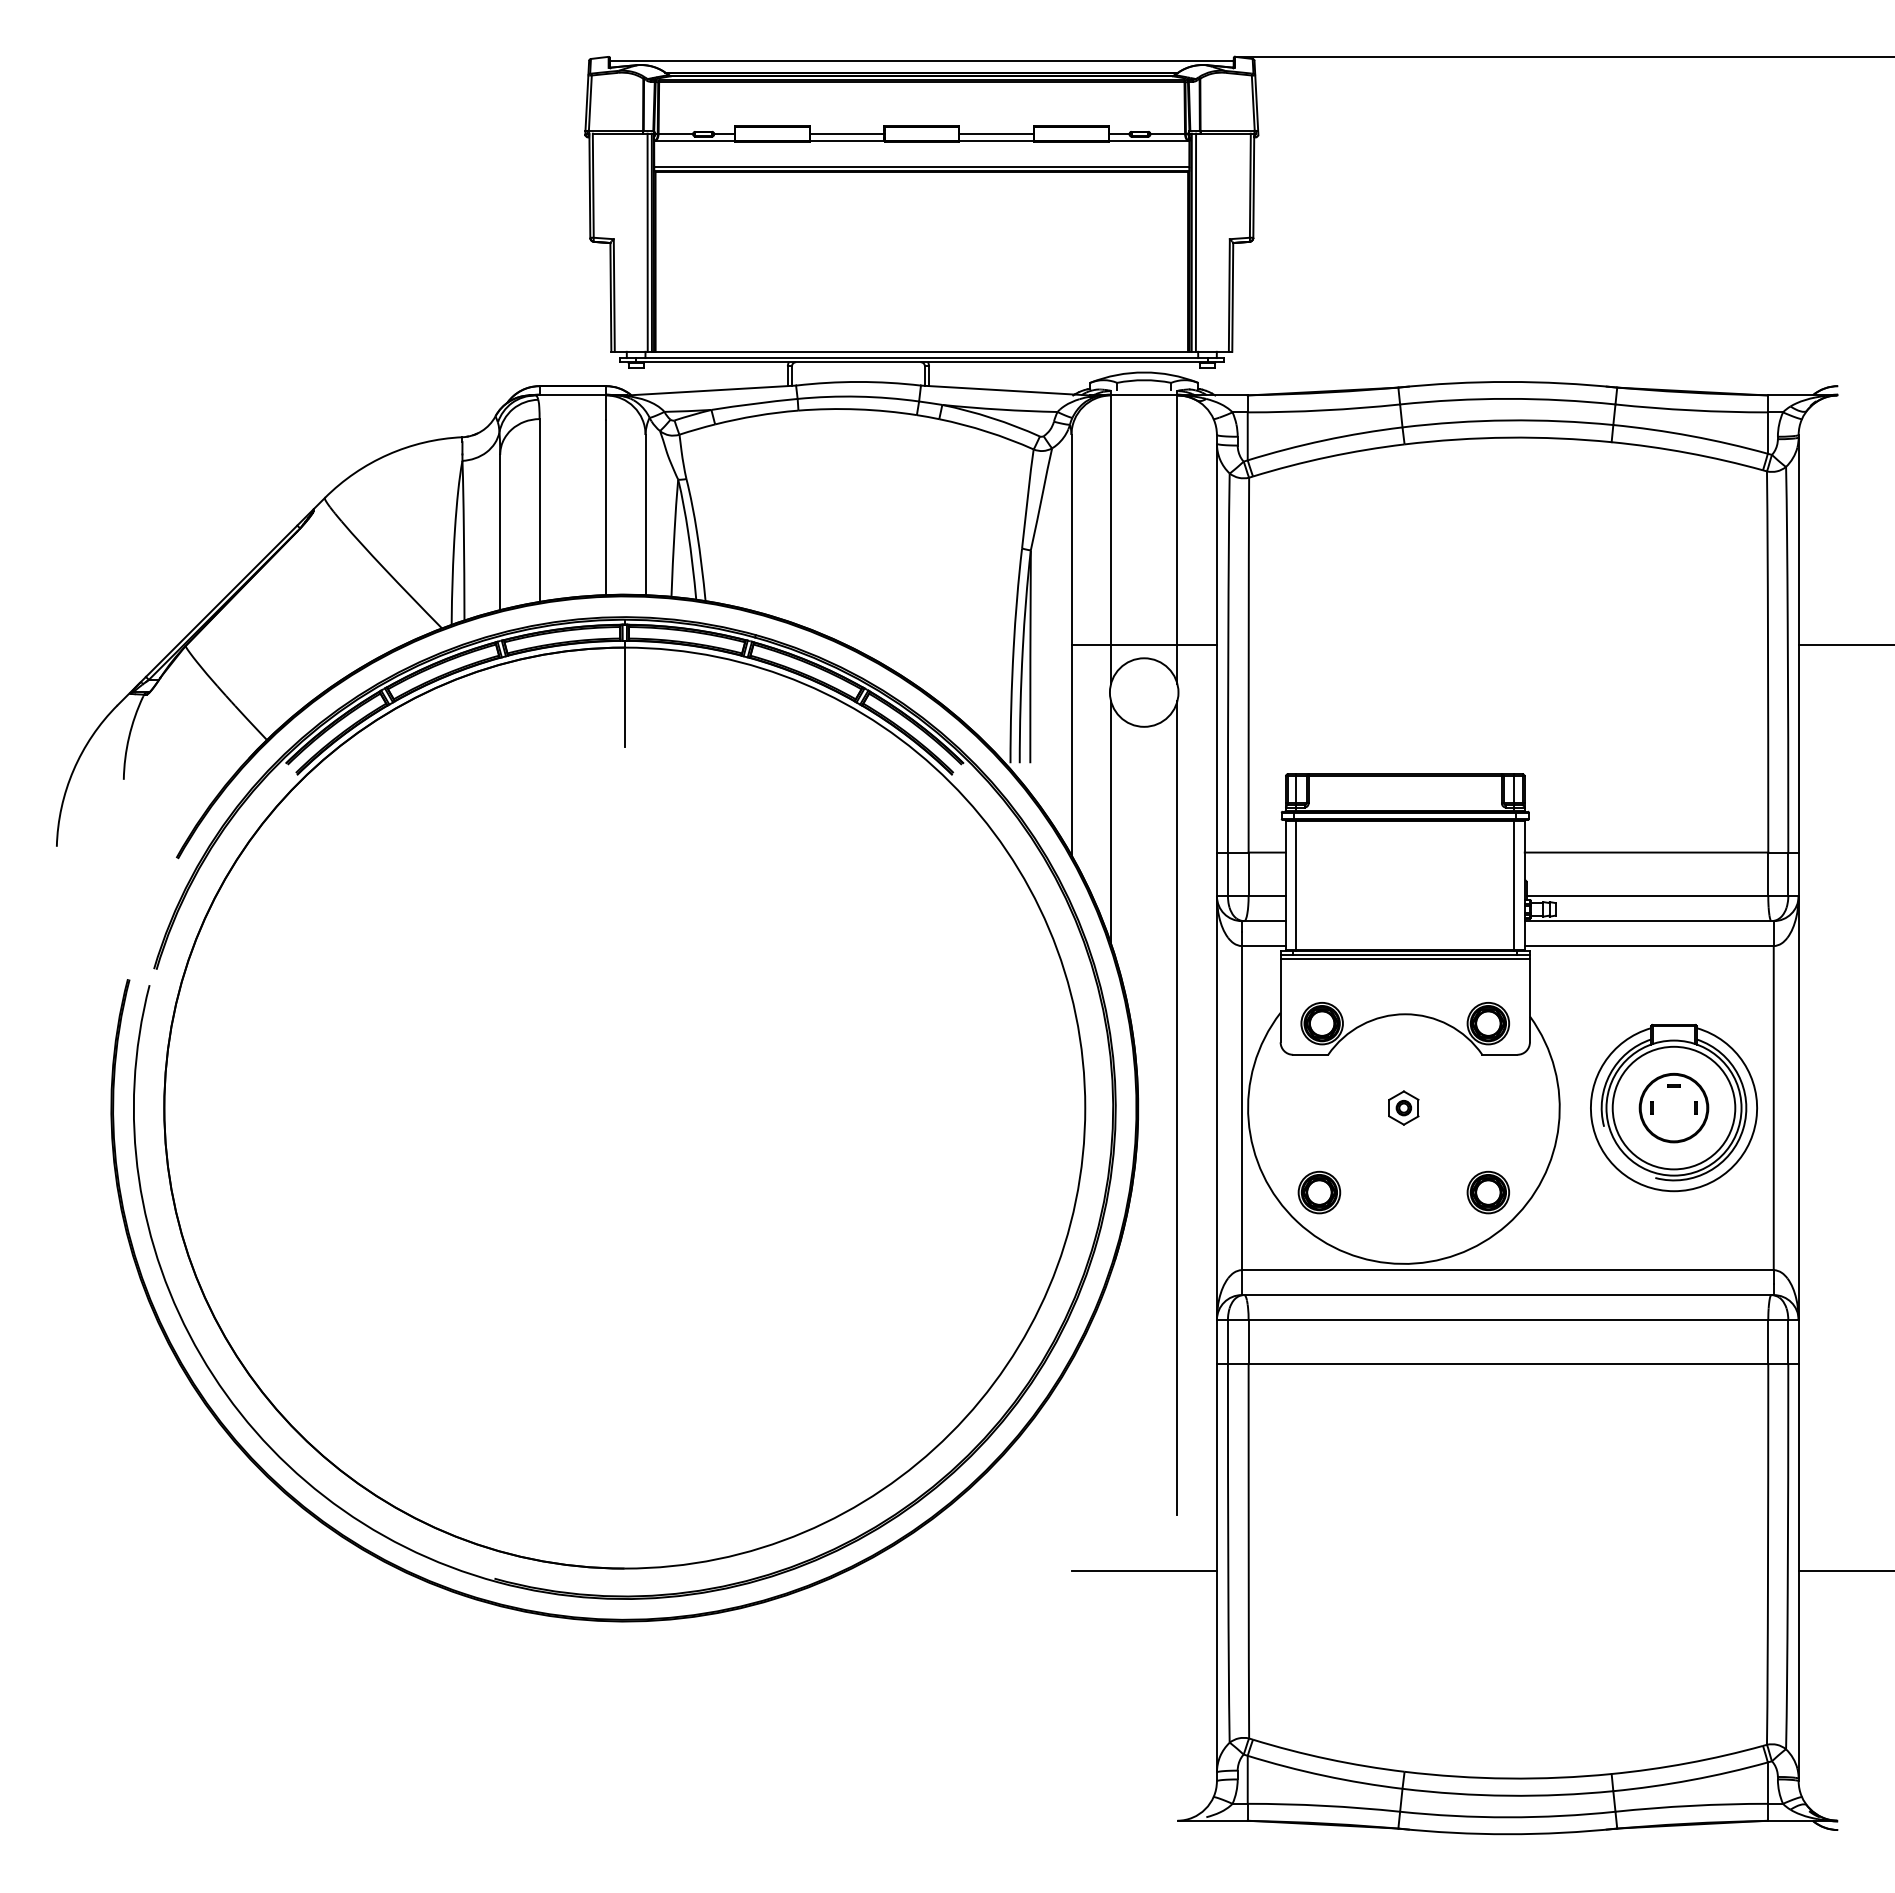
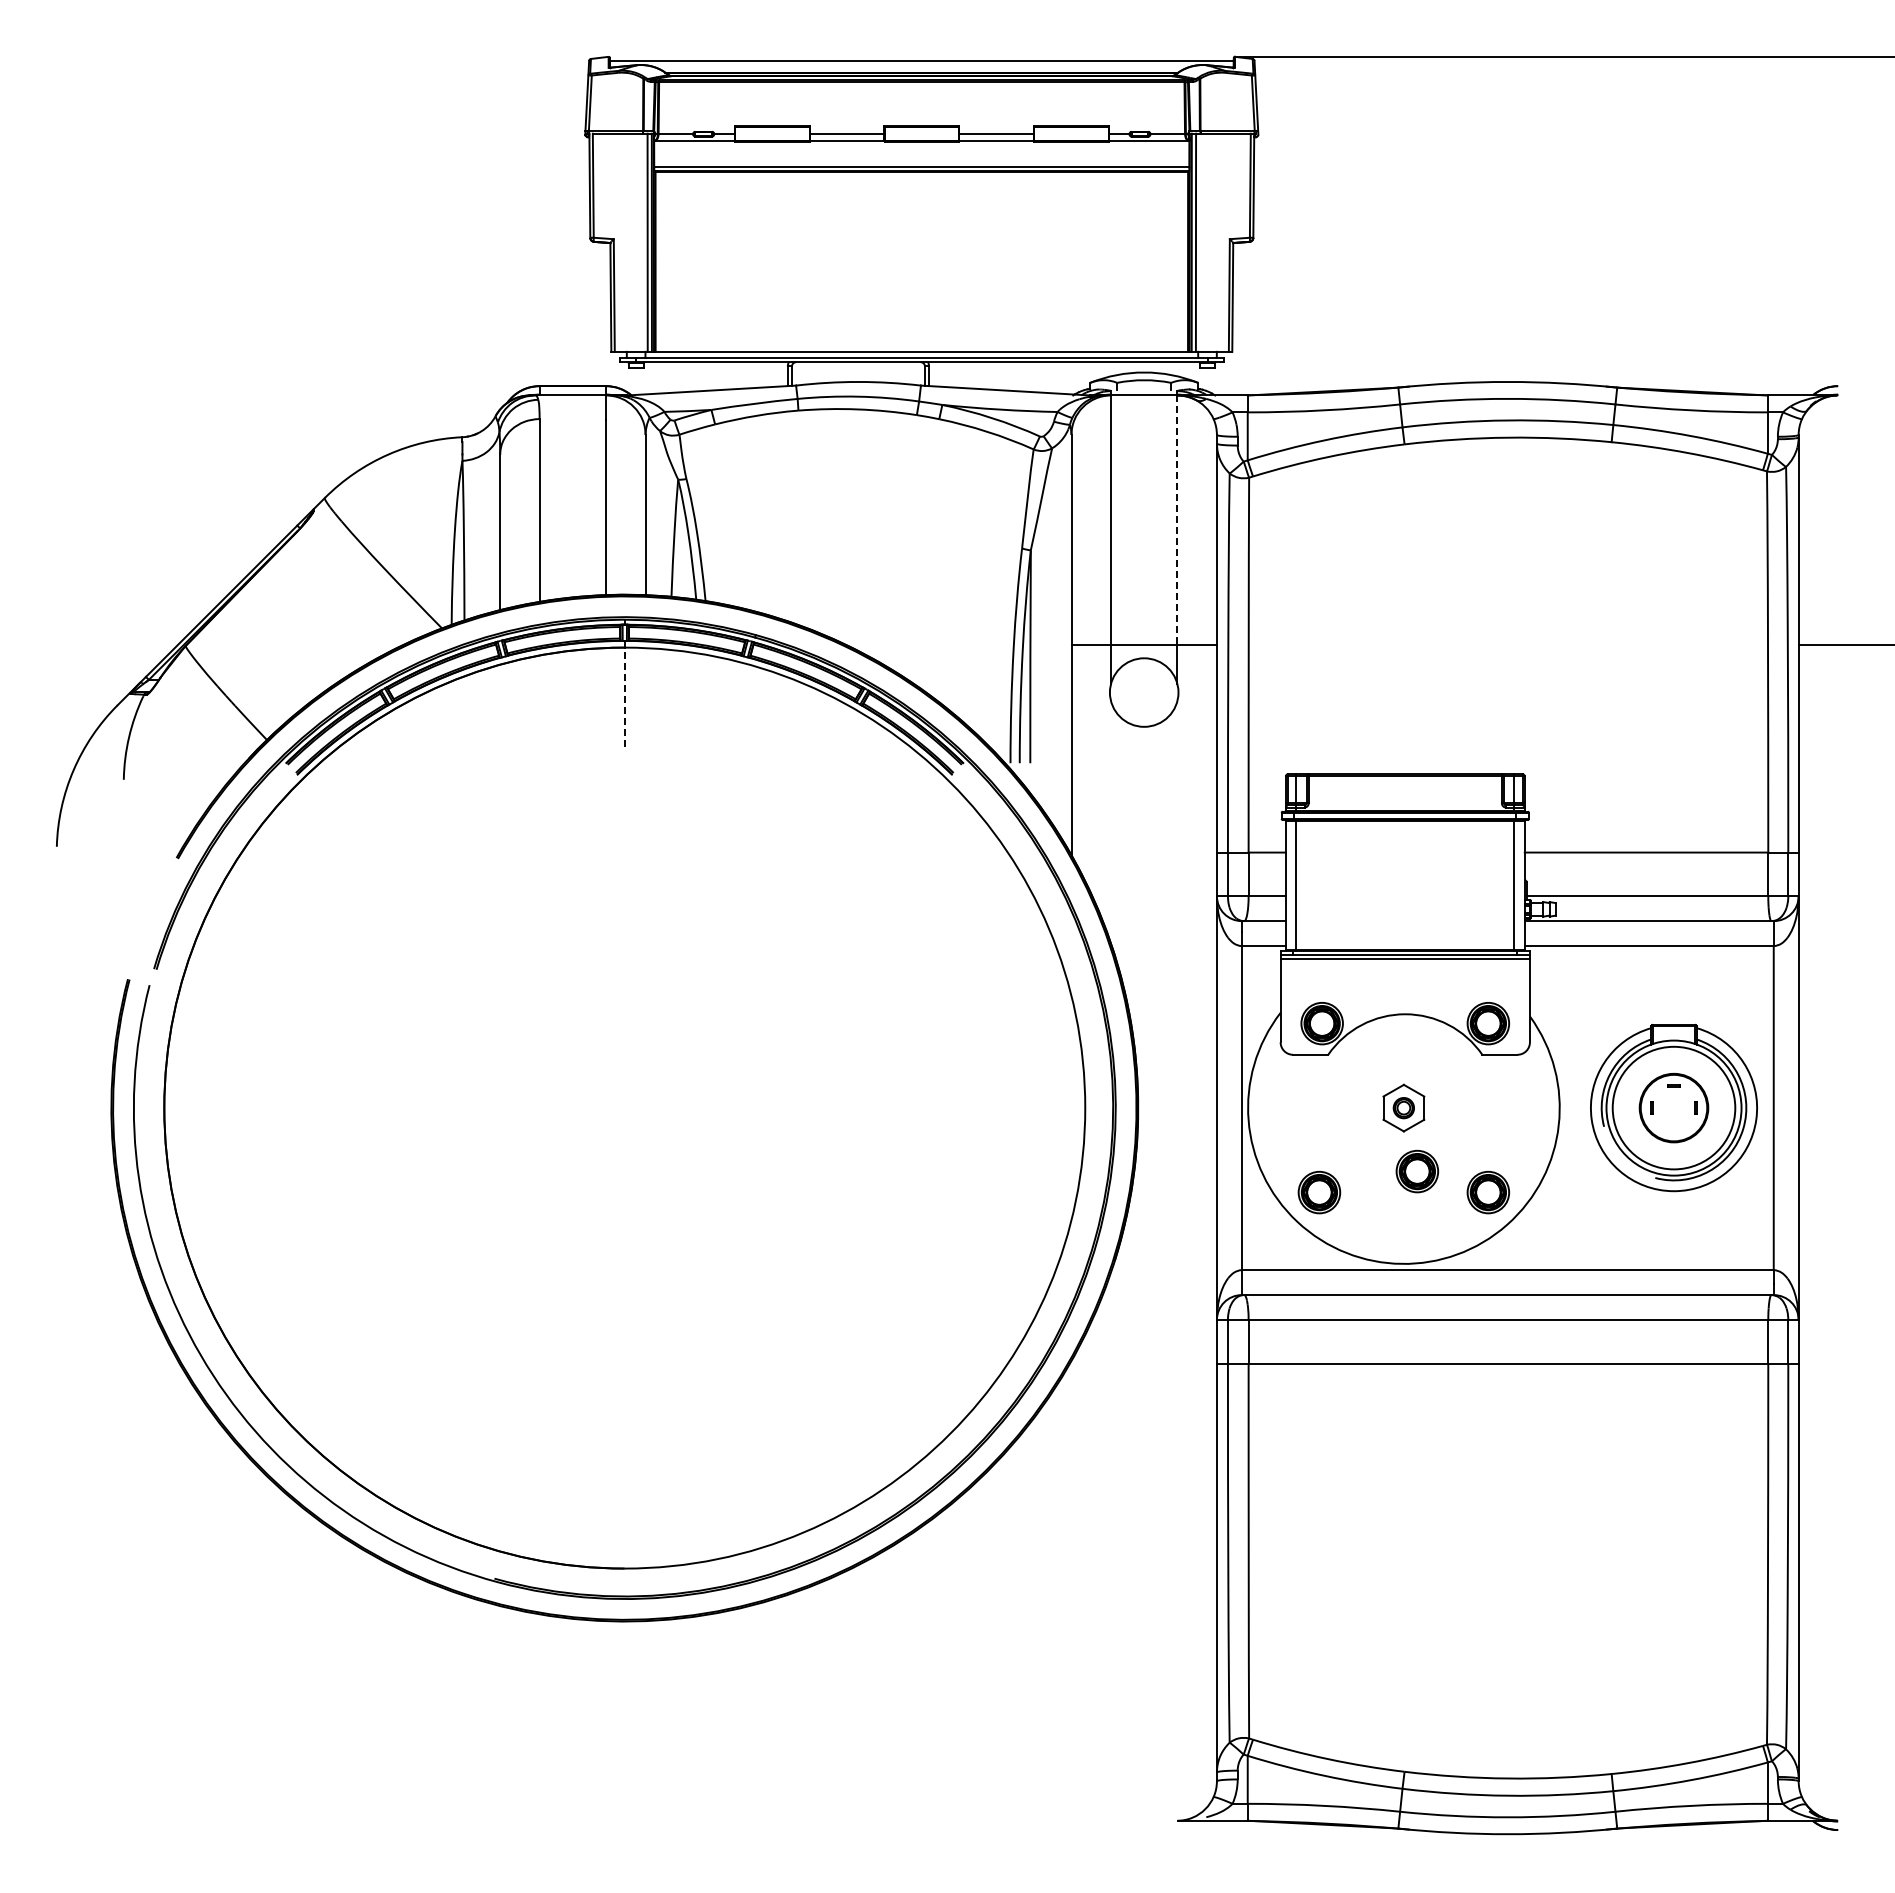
line at (1177, 520): solid -> dashed
line at (624, 696): solid -> dashed
line at (1110, 821): present -> none
line at (1177, 1107): present -> none
part at (1403, 1107) size: 32x36 px -> 44x50 px
part at (1417, 1171): none -> present
line at (1143, 1571): present -> none
line at (1844, 1571): present -> none
